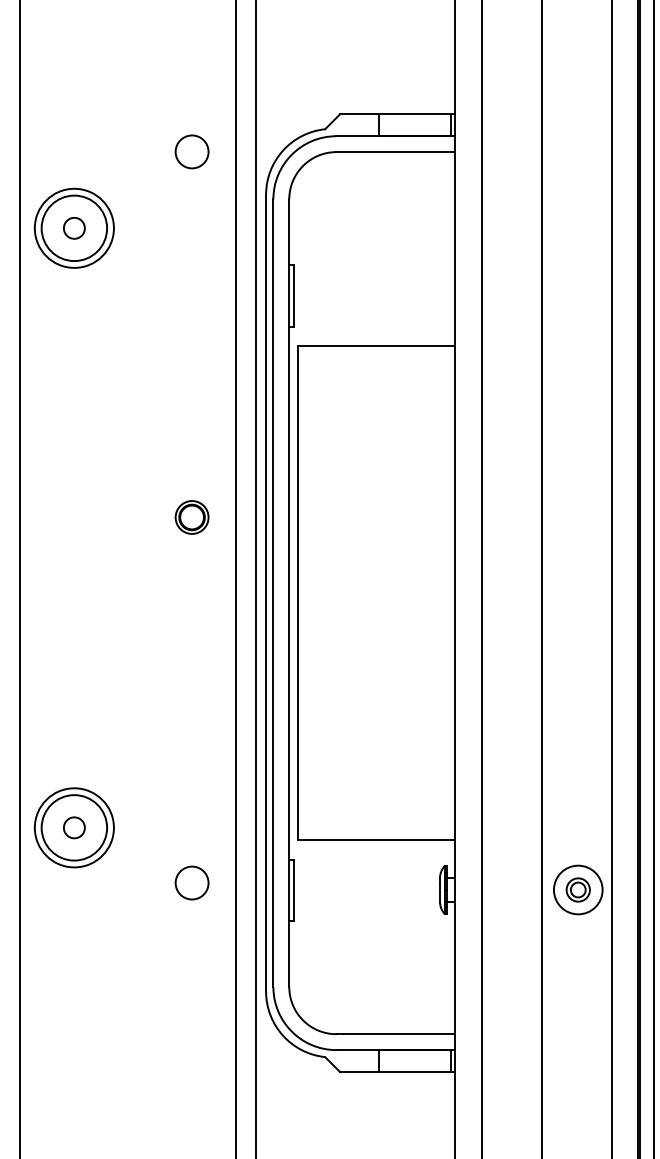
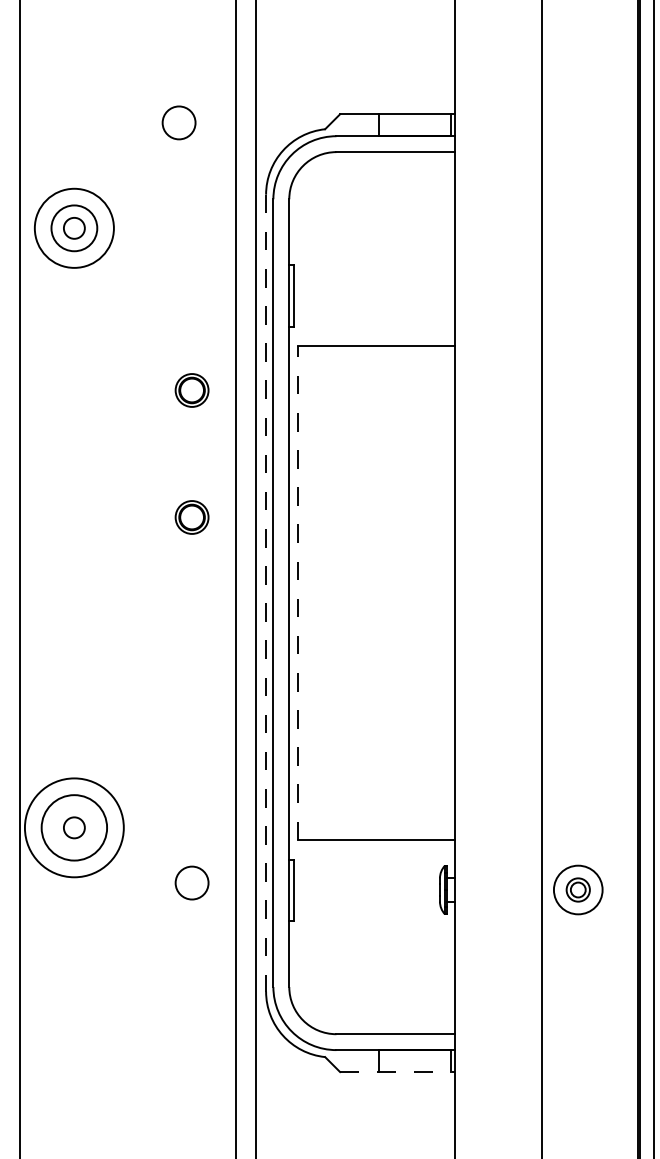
circle at (191, 151) position: (191, 151) -> (178, 122)
circle at (74, 228) diameter: 65 px -> 46 px
part at (191, 390): none -> present
line at (481, 578): present -> none
line at (611, 578): present -> none
line at (266, 593): solid -> dashed
line at (297, 593): solid -> dashed
circle at (73, 827) diameter: 79 px -> 99 px
line at (397, 1072): solid -> dashed
